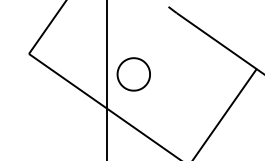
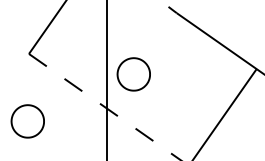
line at (104, 107): solid -> dashed
part at (27, 121): none -> present
